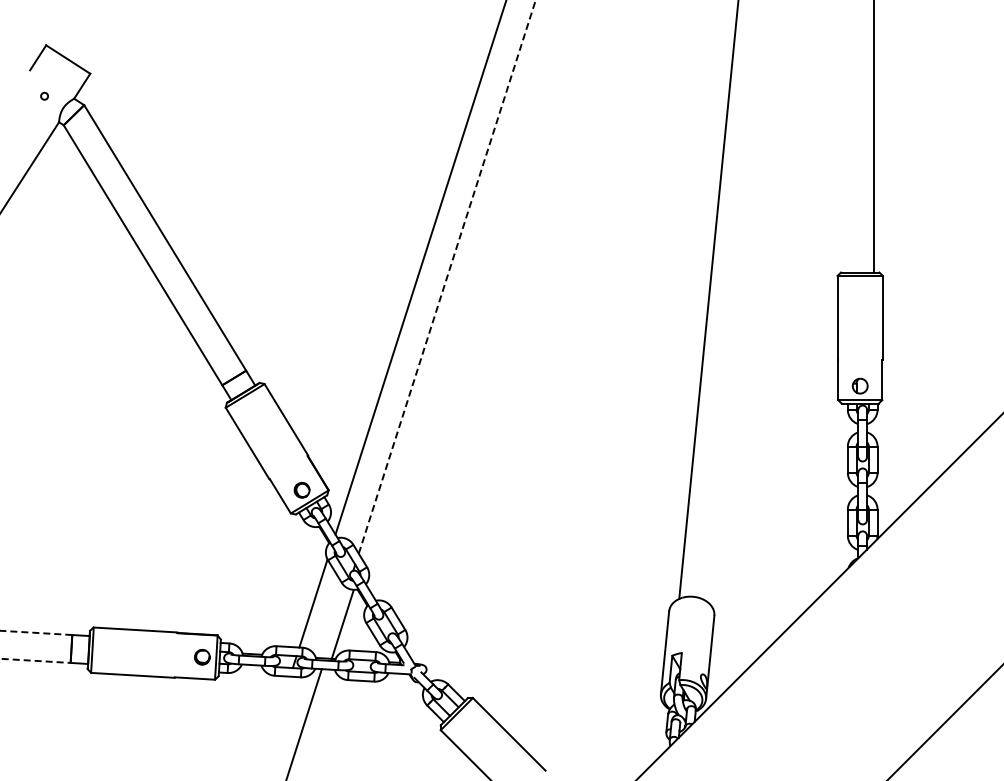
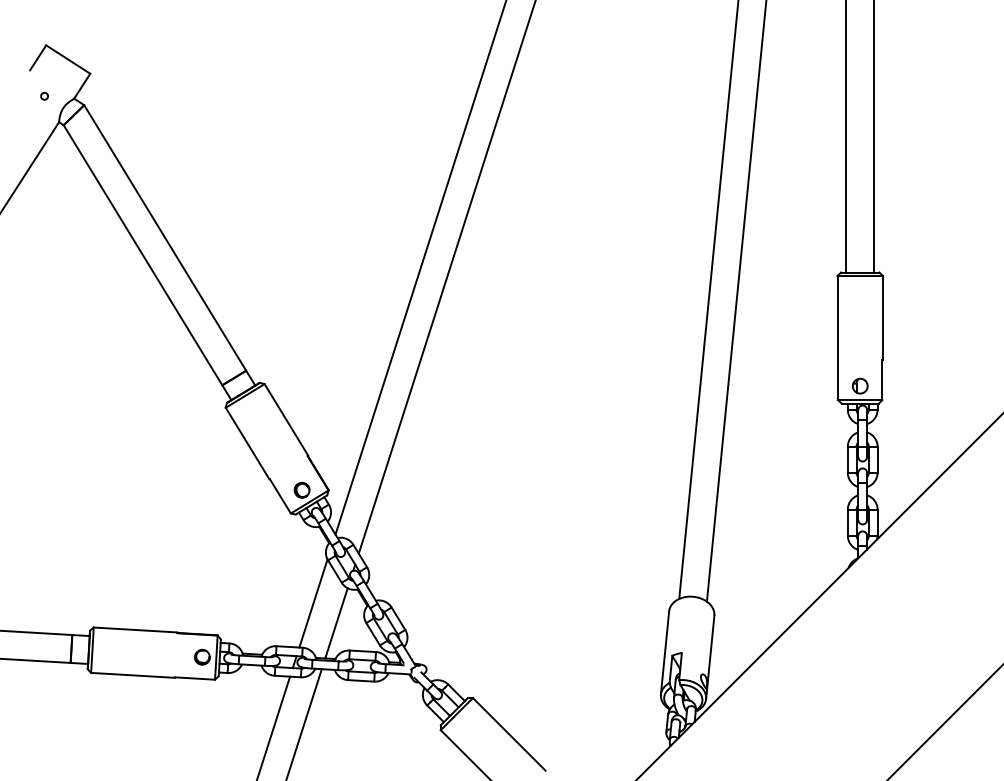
line at (846, 137): none -> present
line at (447, 276): dashed -> solid
line at (736, 301): none -> present
line at (342, 625) position: (342, 625) -> (336, 623)
line at (36, 632): dashed -> solid
line at (35, 660): dashed -> solid
line at (273, 726): none -> present
